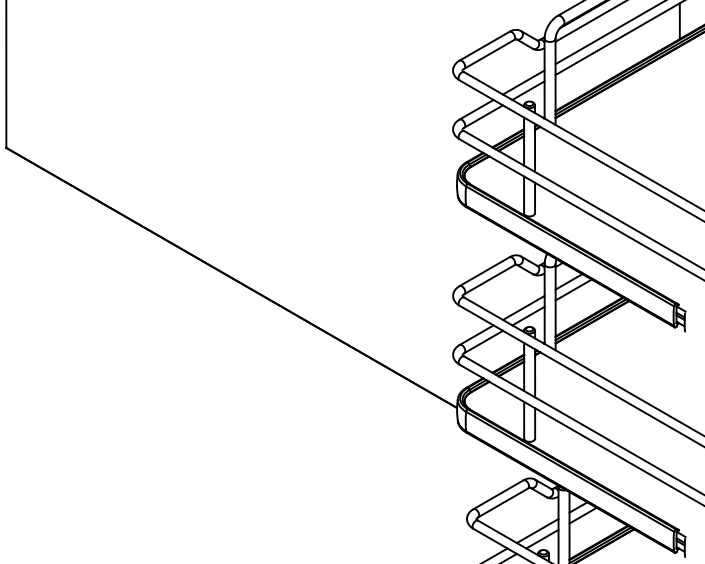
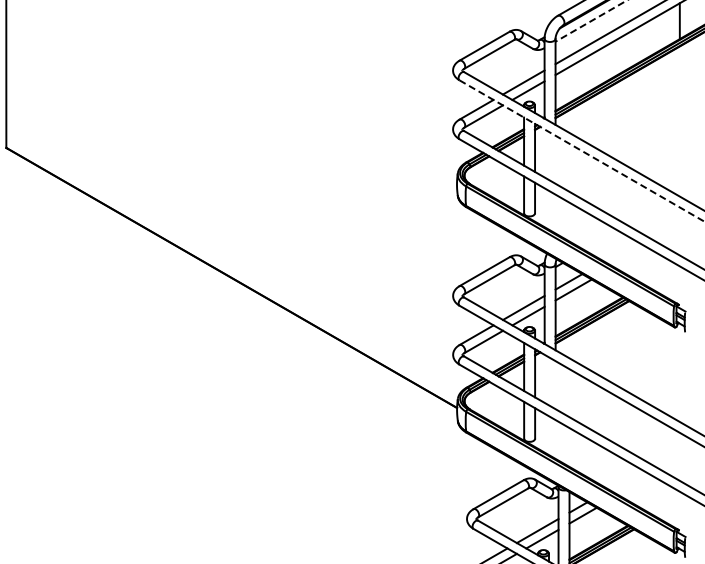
line at (590, 21): solid -> dashed
line at (582, 151): solid -> dashed
